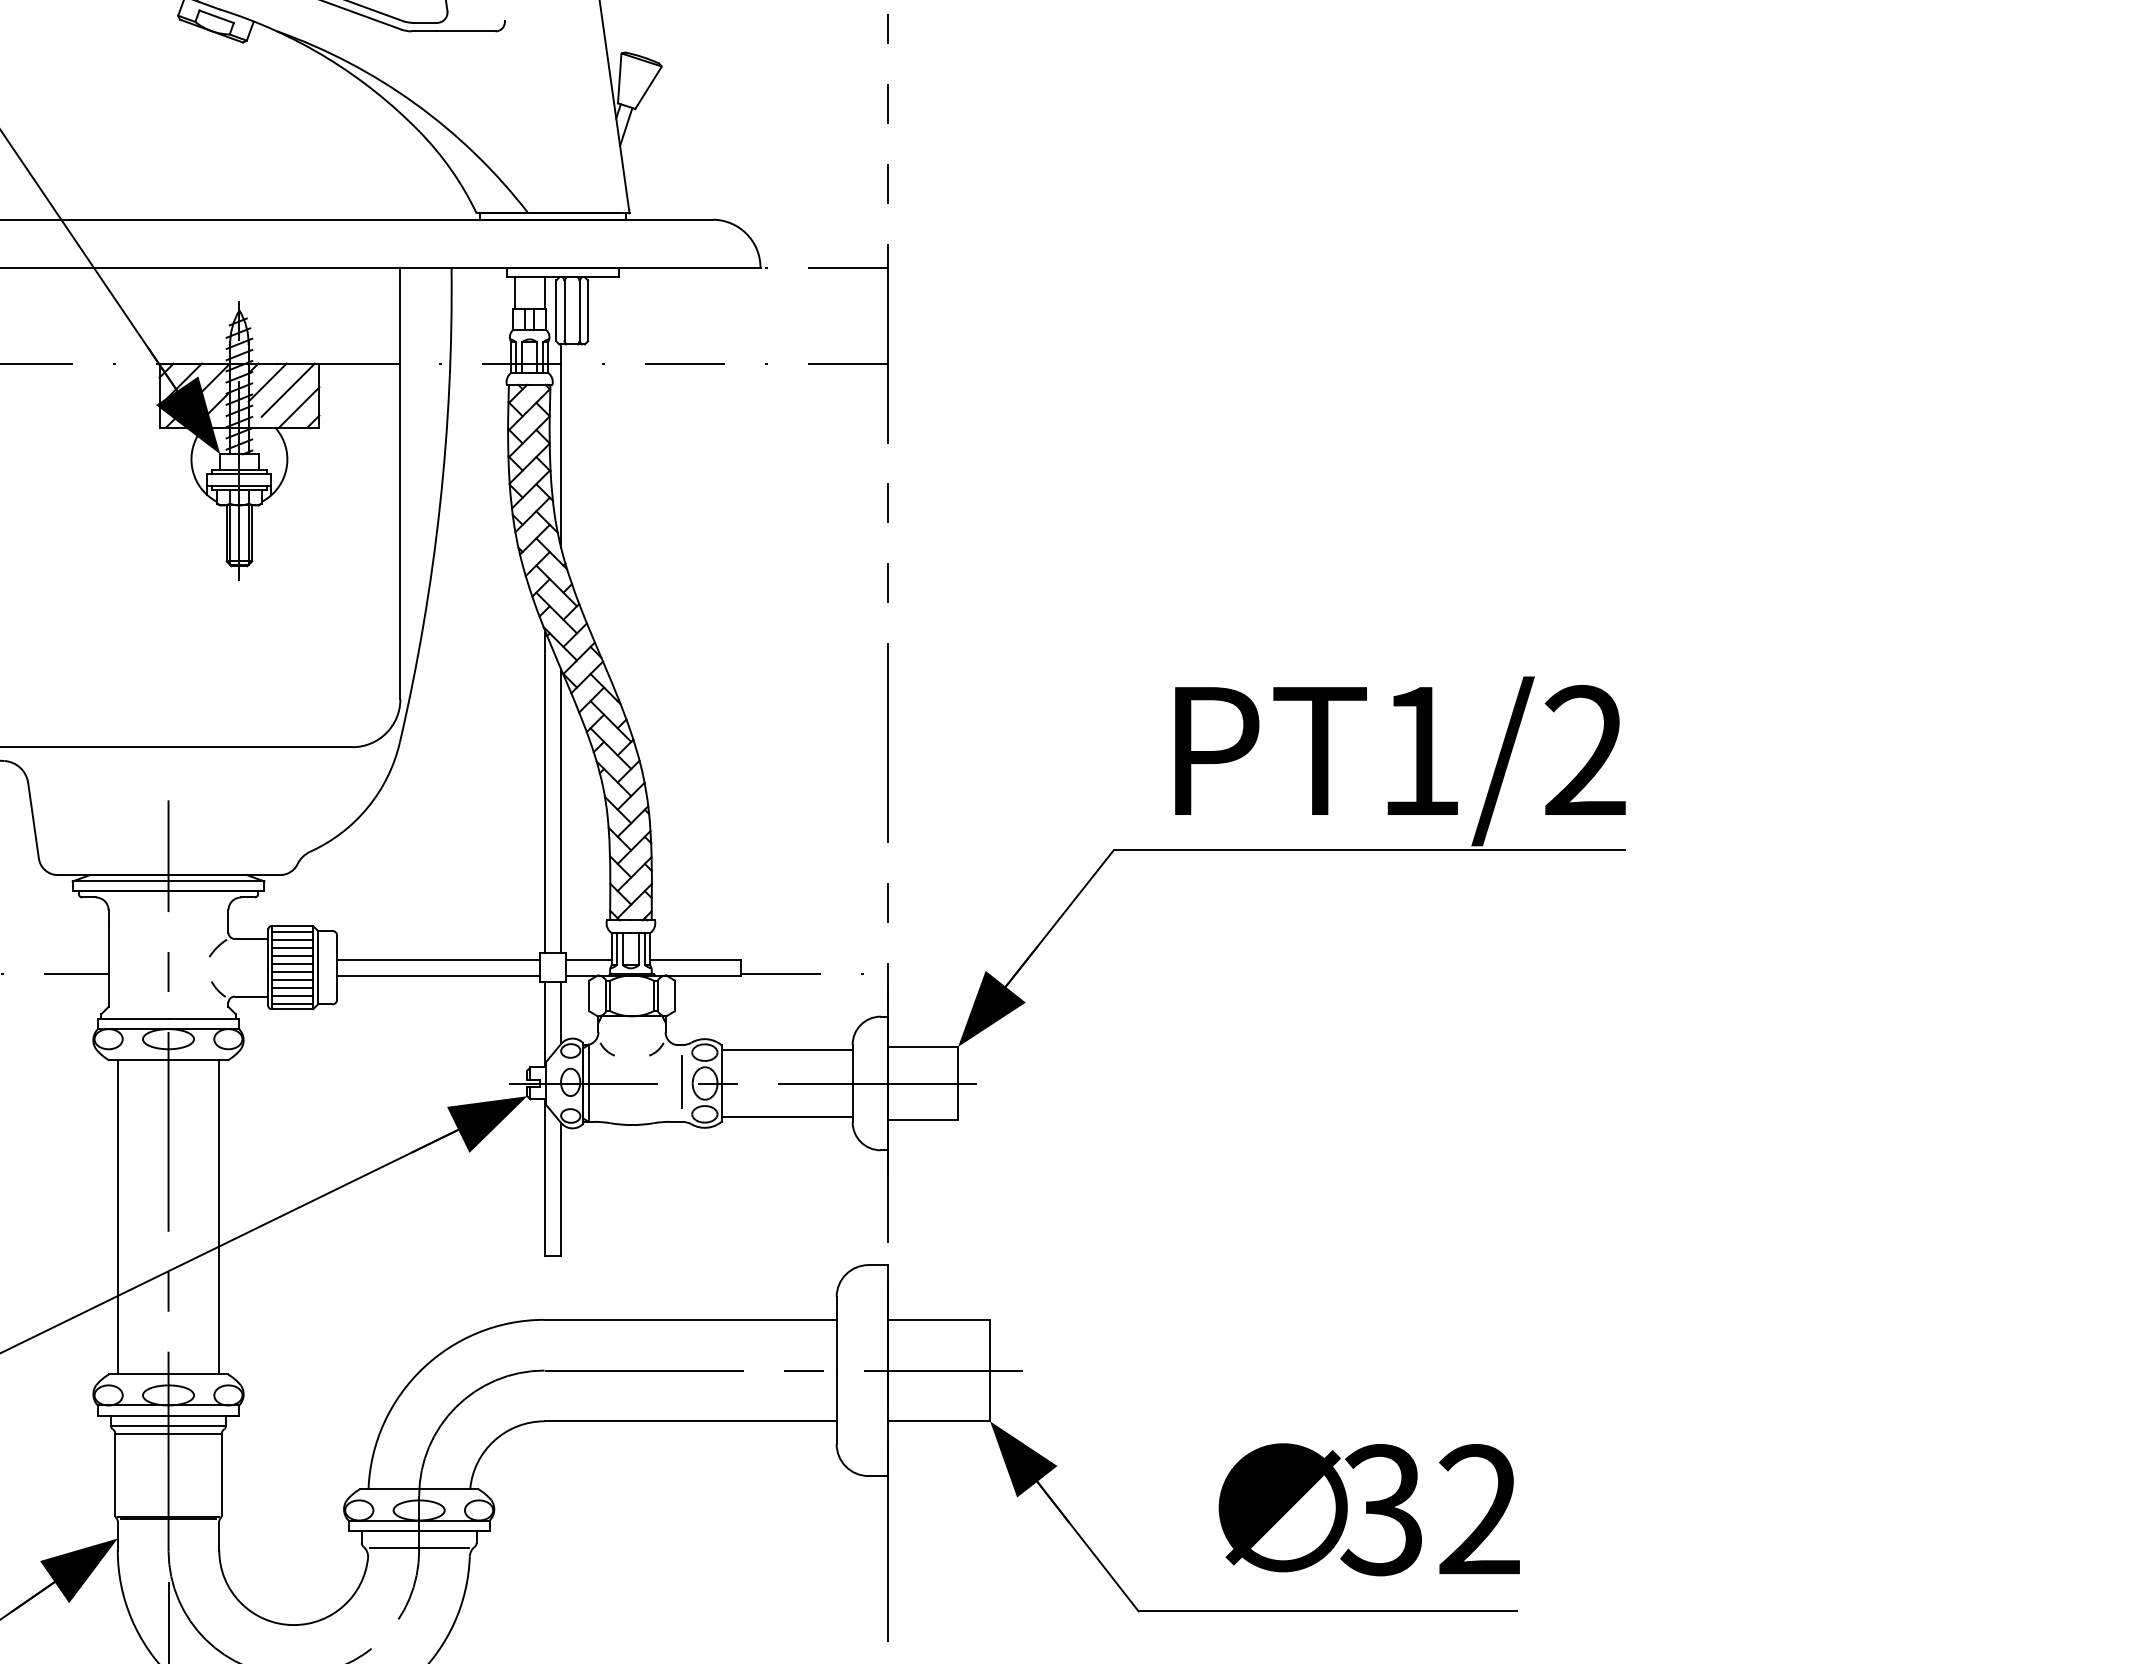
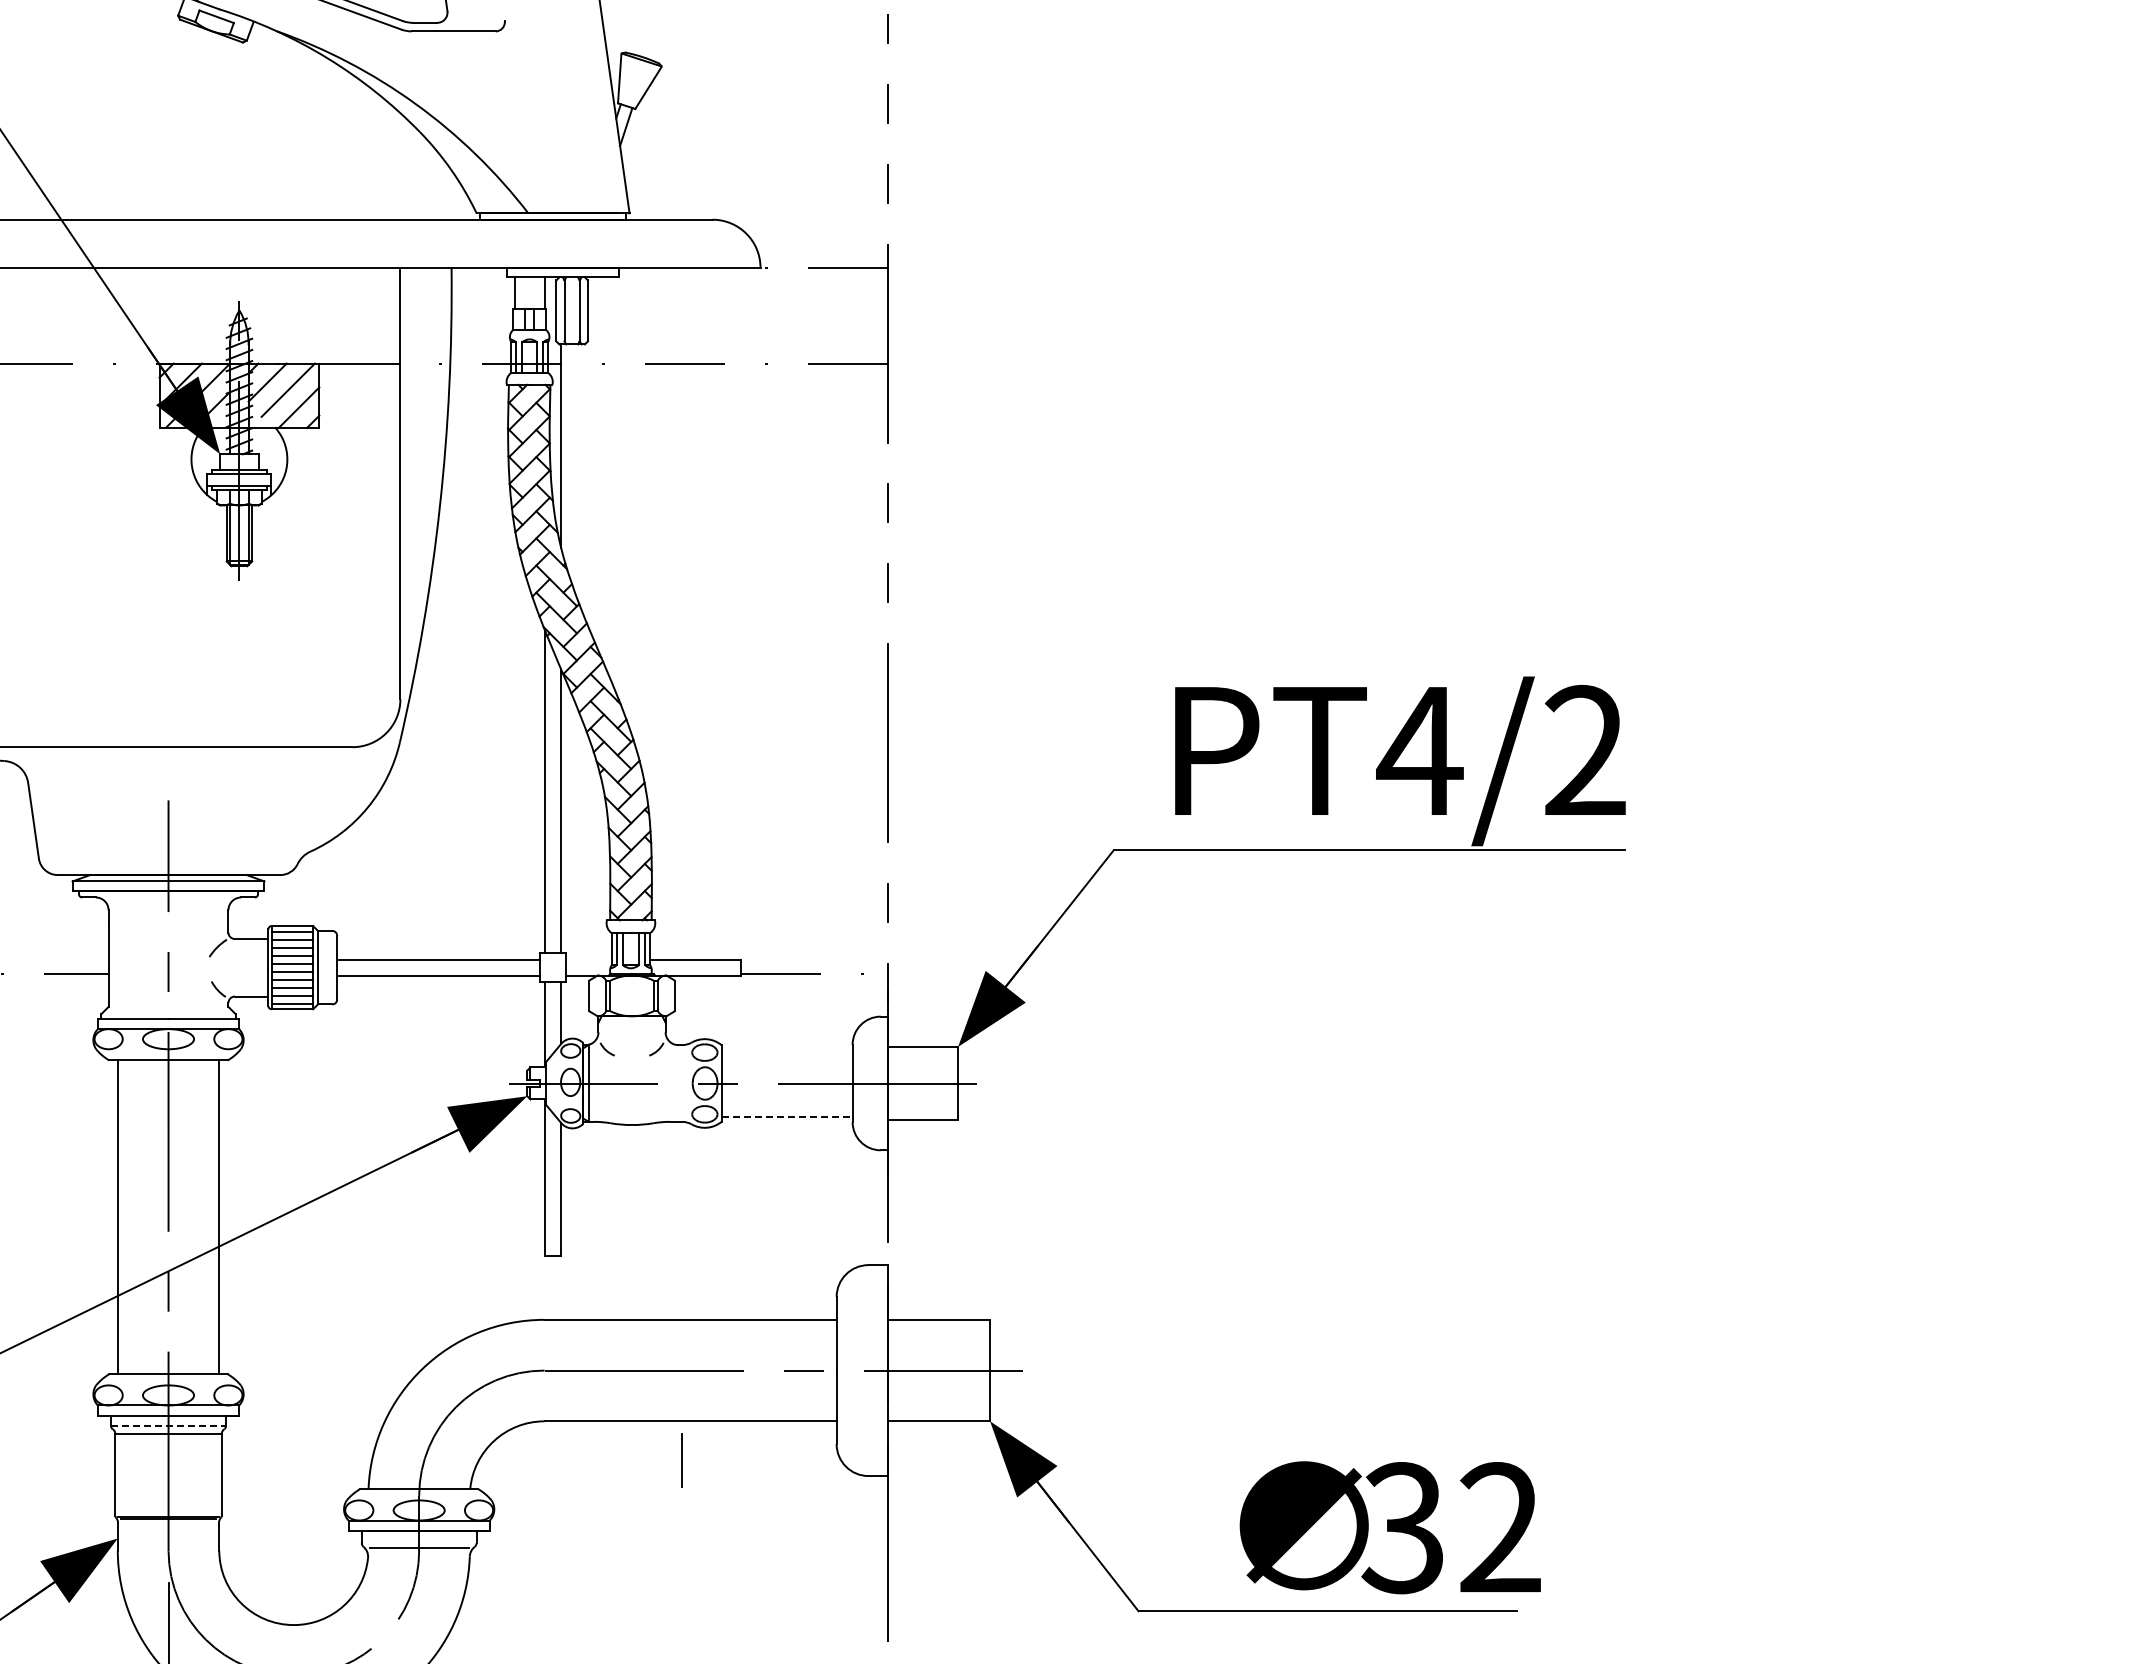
text at (1419, 750): PT1/2 -> PT4/2
line at (589, 959): present -> none
line at (786, 1049): present -> none
line at (681, 1081) position: (681, 1081) -> (681, 1459)
line at (787, 1117): solid -> dashed
line at (169, 1426): solid -> dashed
text at (1368, 1509) position: (1368, 1509) -> (1389, 1527)
